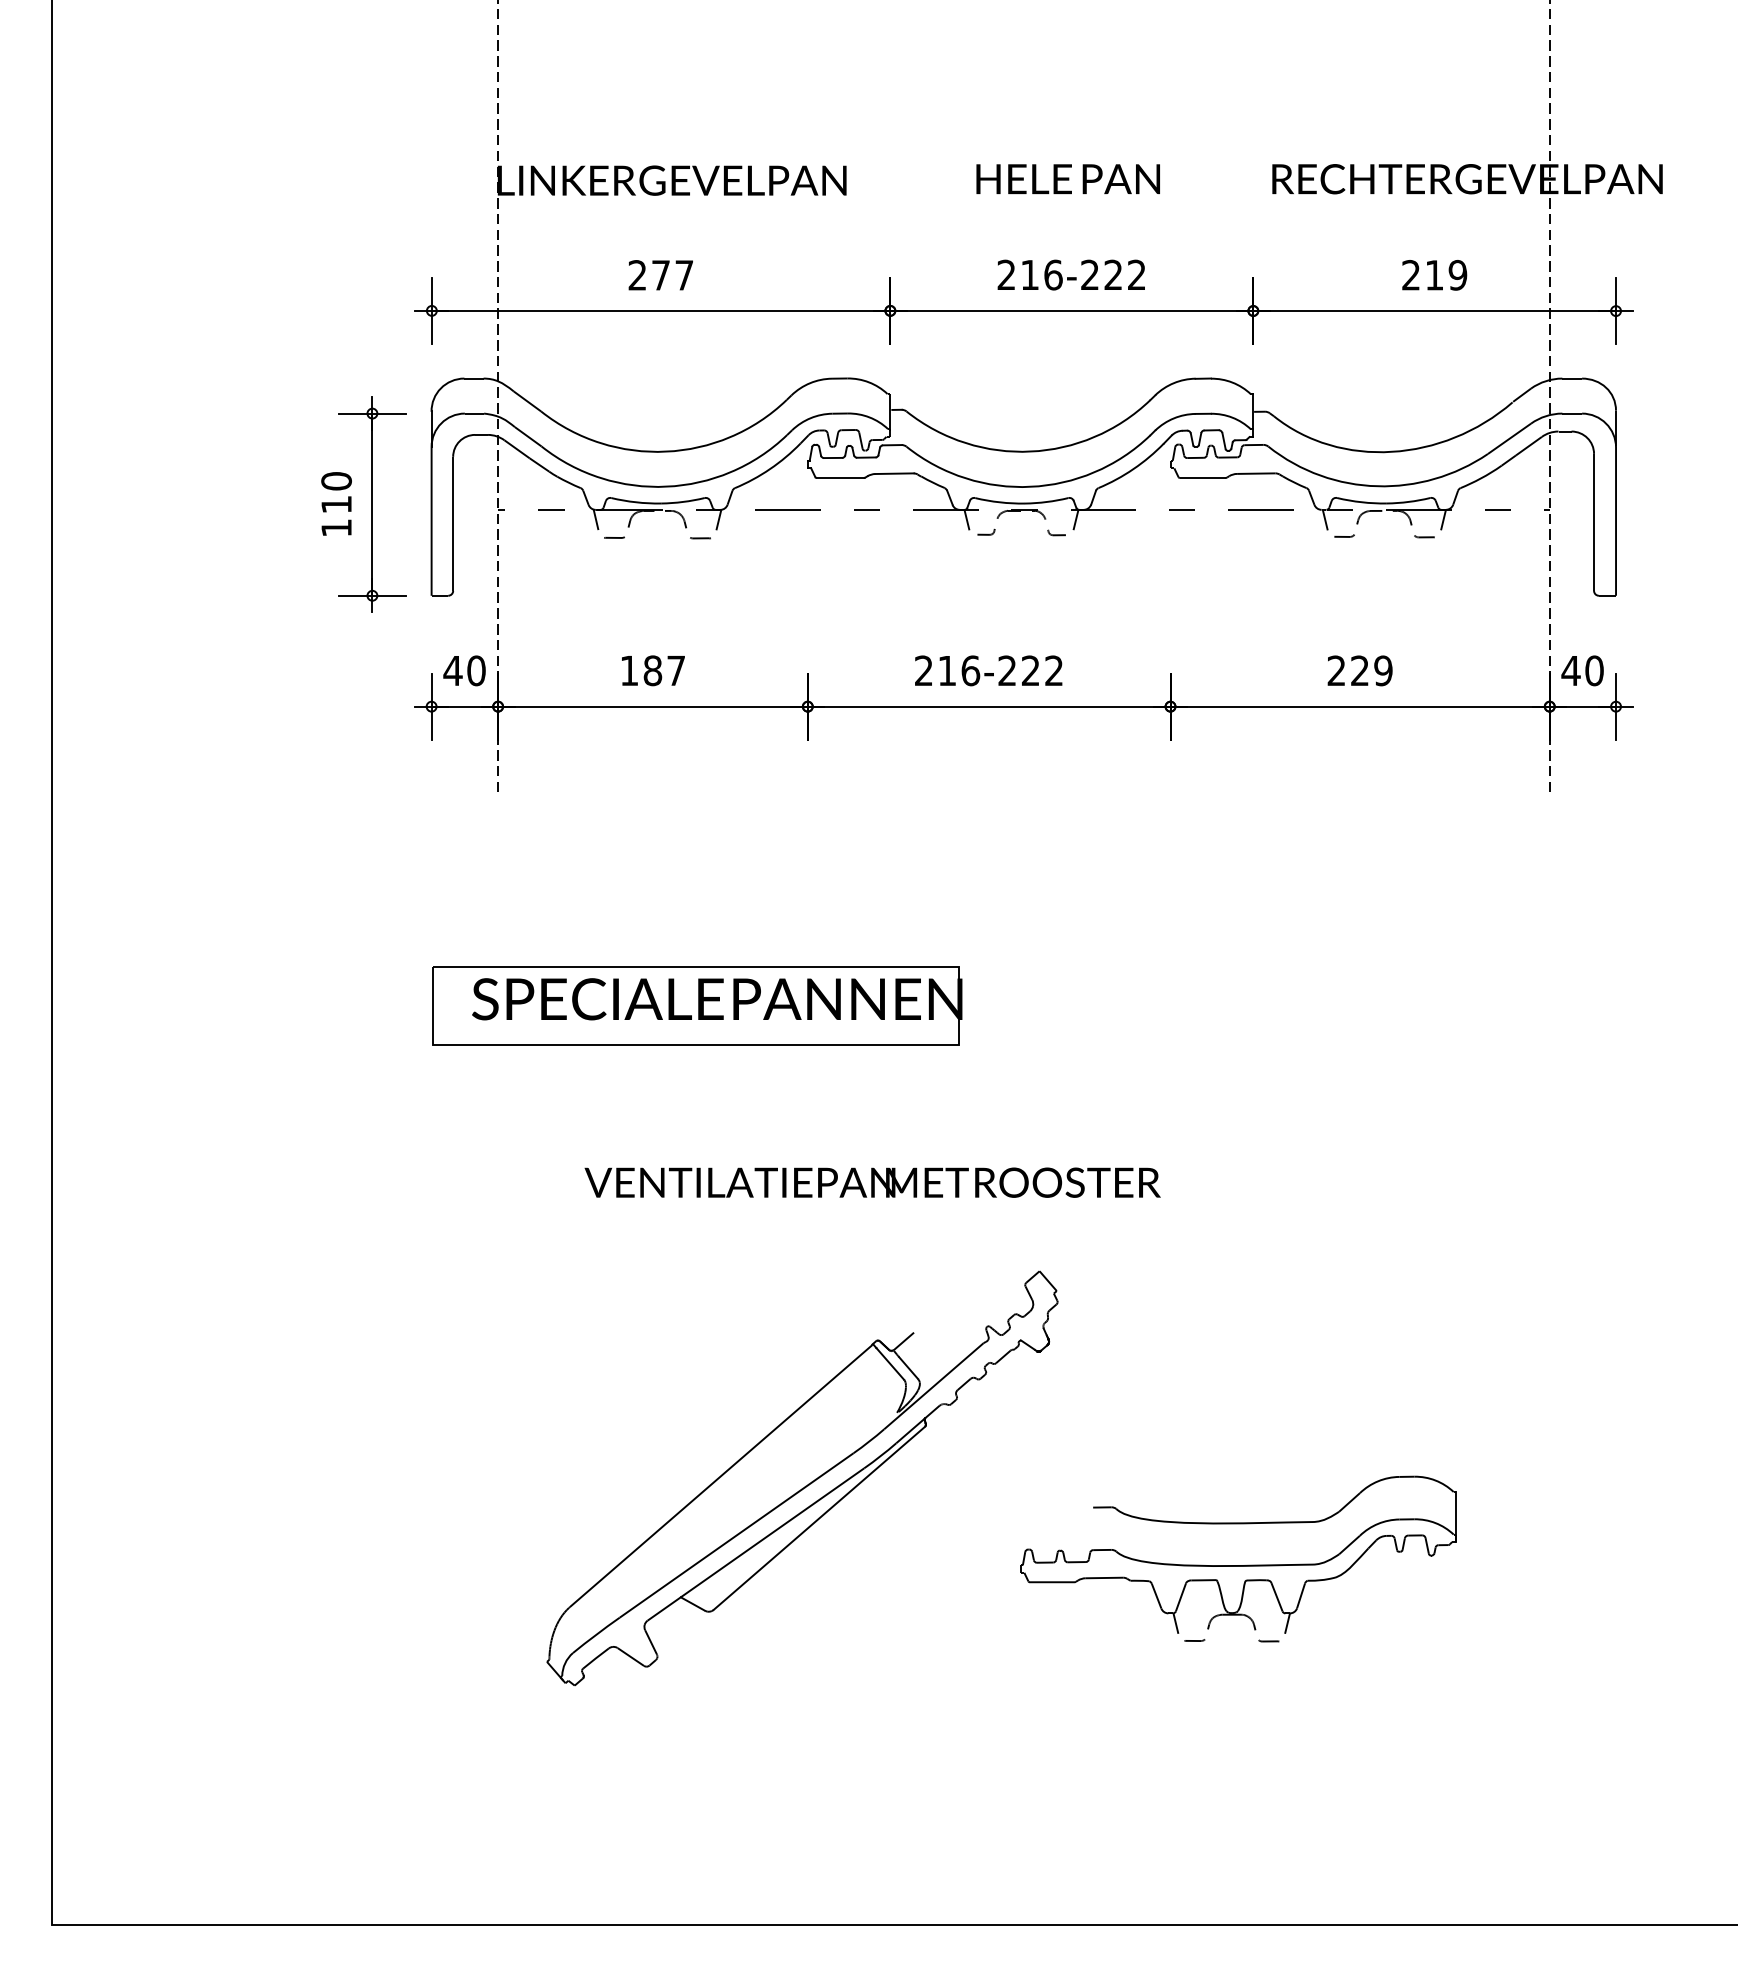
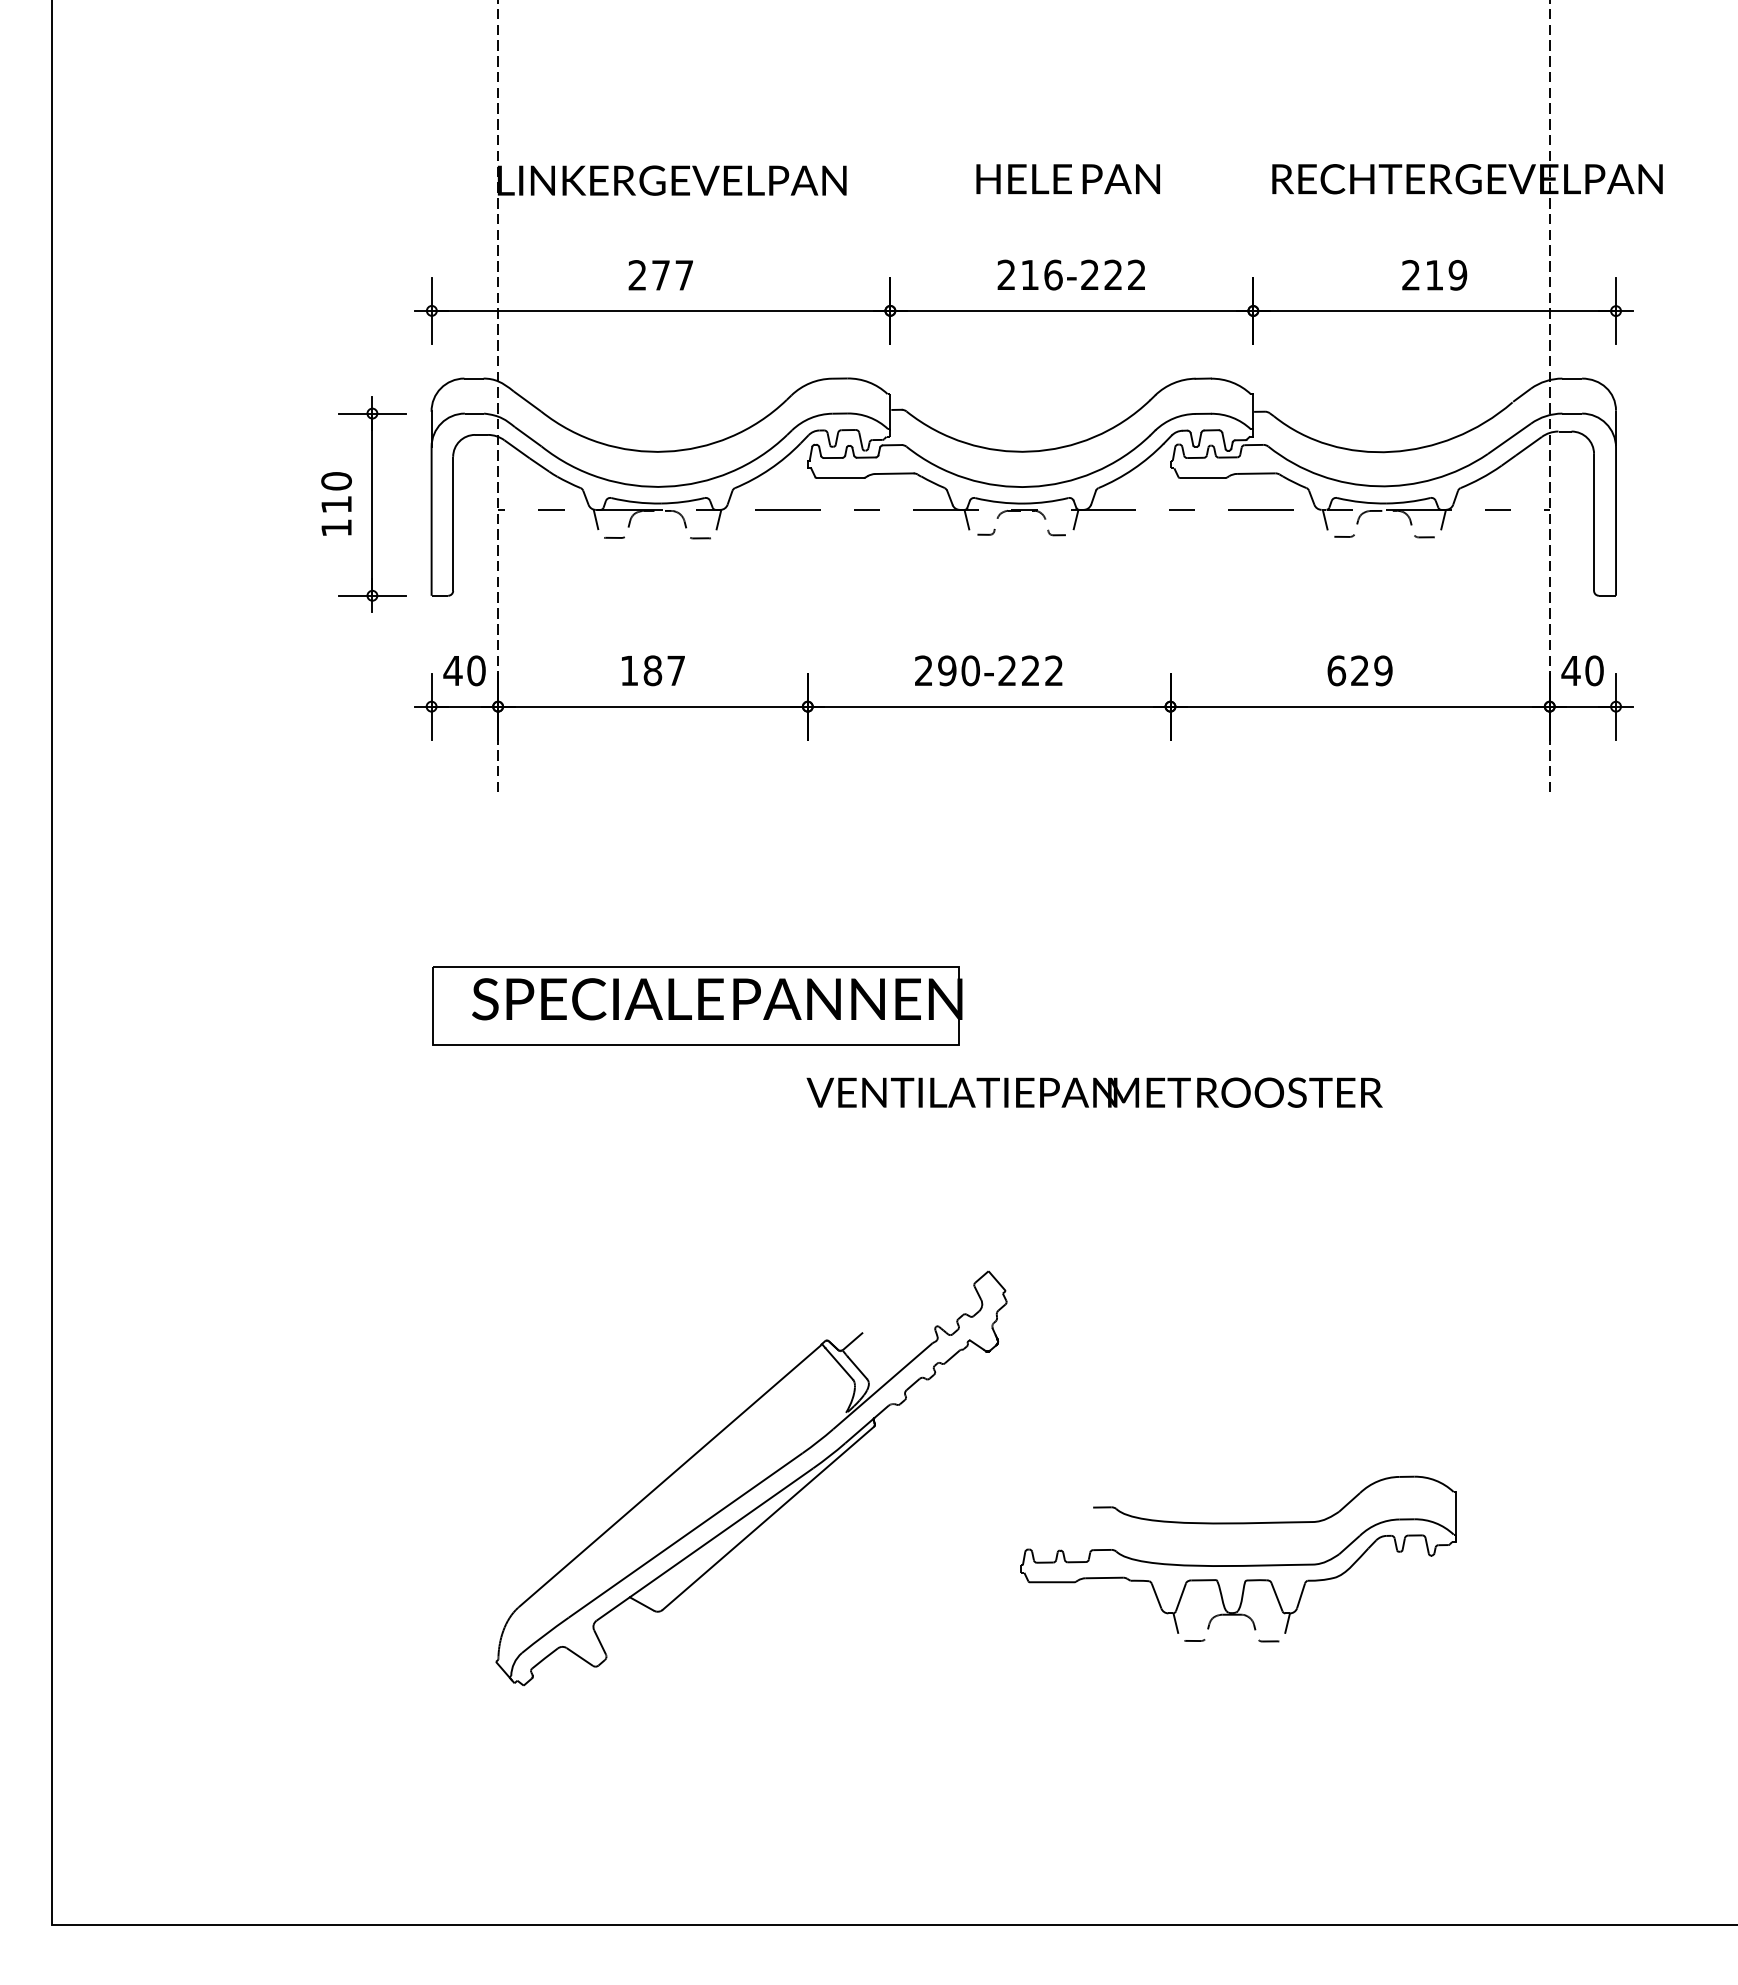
text at (959, 670): 216-222 -> 290-222
text at (1336, 670): 229 -> 629
text at (872, 1182) position: (872, 1182) -> (1094, 1092)
part at (802, 1478) position: (802, 1478) -> (751, 1478)
